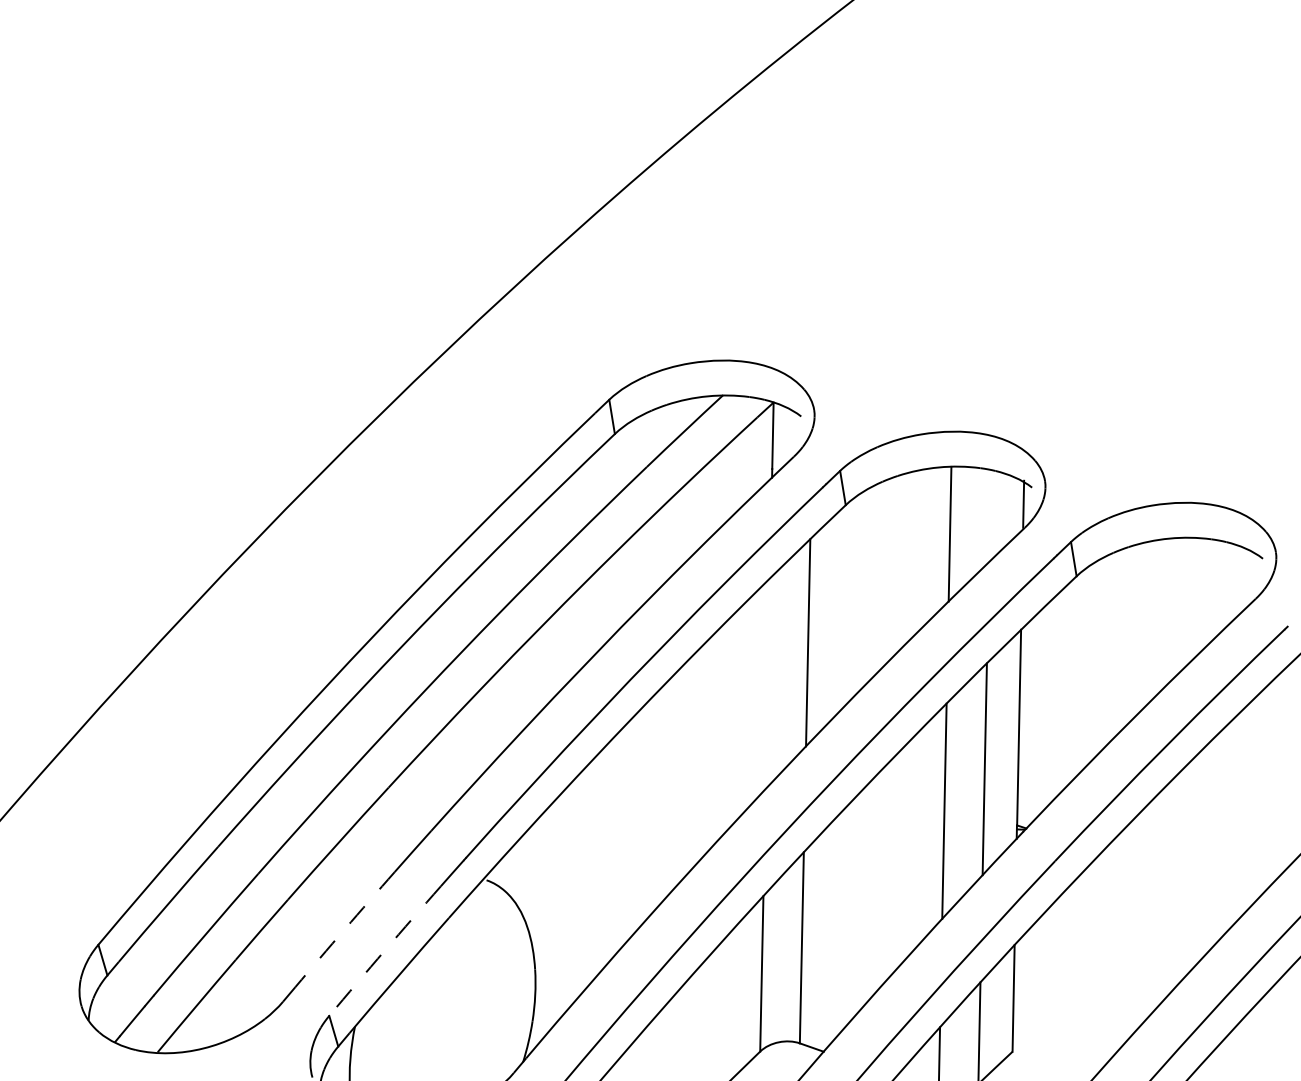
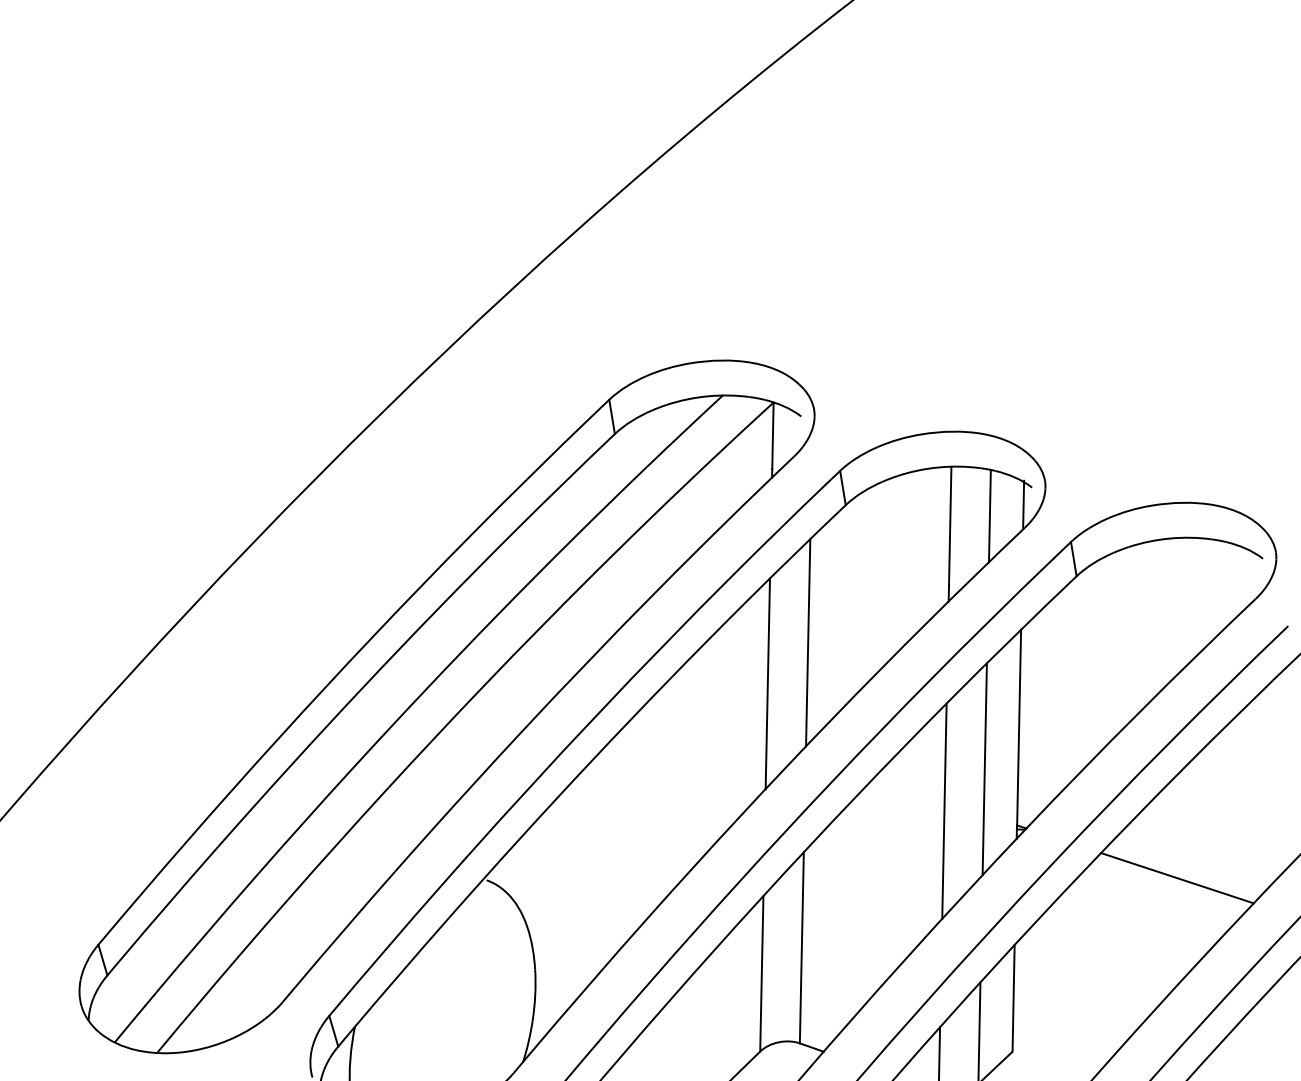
line at (989, 516): none -> present
line at (767, 683): none -> present
line at (1177, 878): none -> present
arc at (344, 929): dashed -> solid
arc at (384, 950): dashed -> solid
